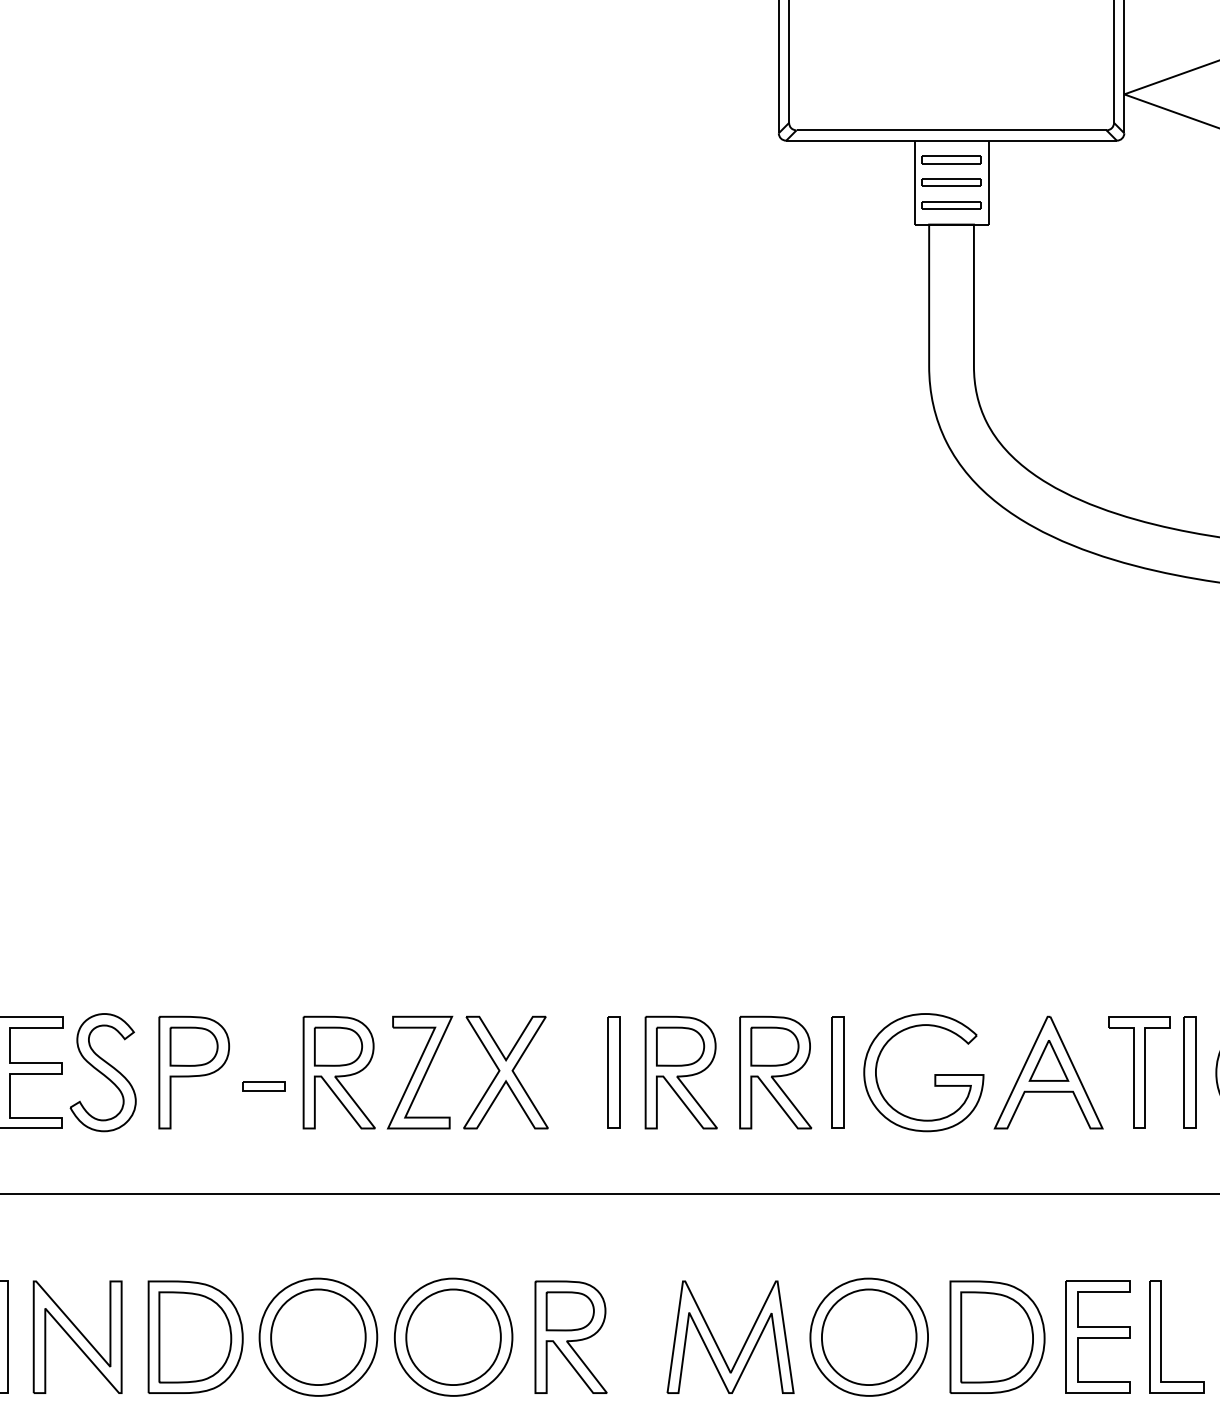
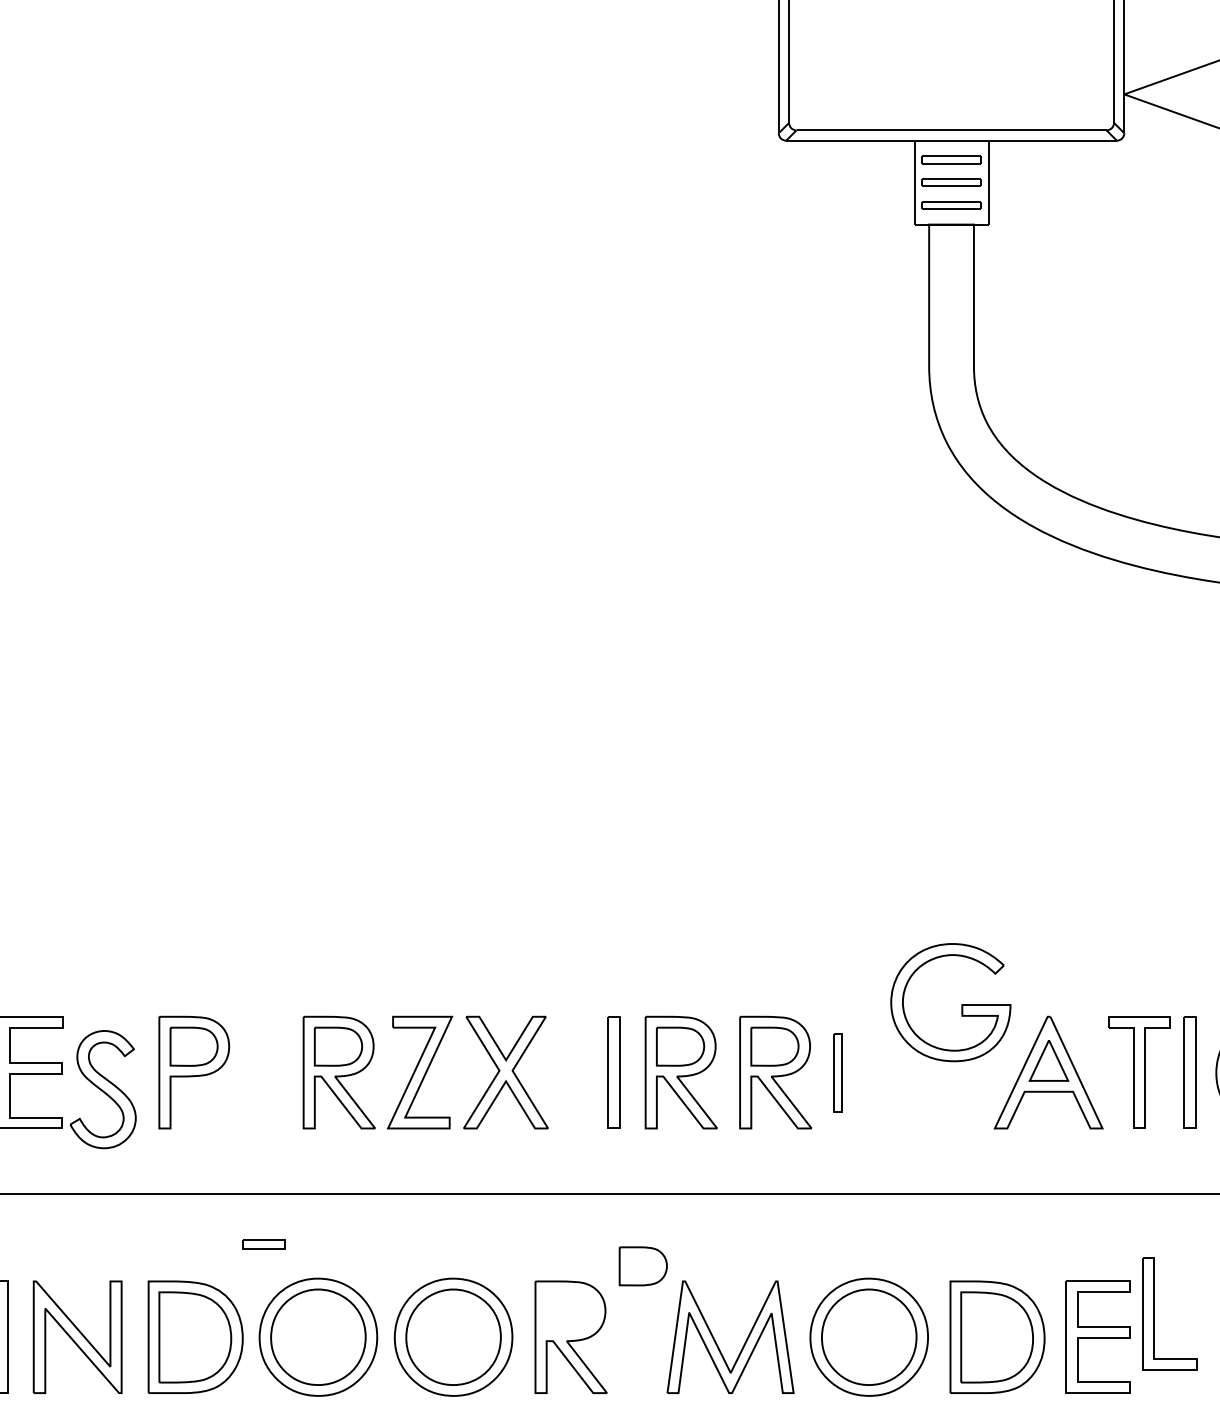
part at (102, 1072) position: (102, 1072) -> (102, 1089)
part at (837, 1072) size: 14x113 px -> 10x80 px
part at (934, 1074) position: (934, 1074) -> (961, 1004)
part at (263, 1086) position: (263, 1086) -> (263, 1244)
part at (569, 1311) position: (569, 1311) -> (642, 1266)
part at (1161, 1336) position: (1161, 1336) -> (1154, 1313)
